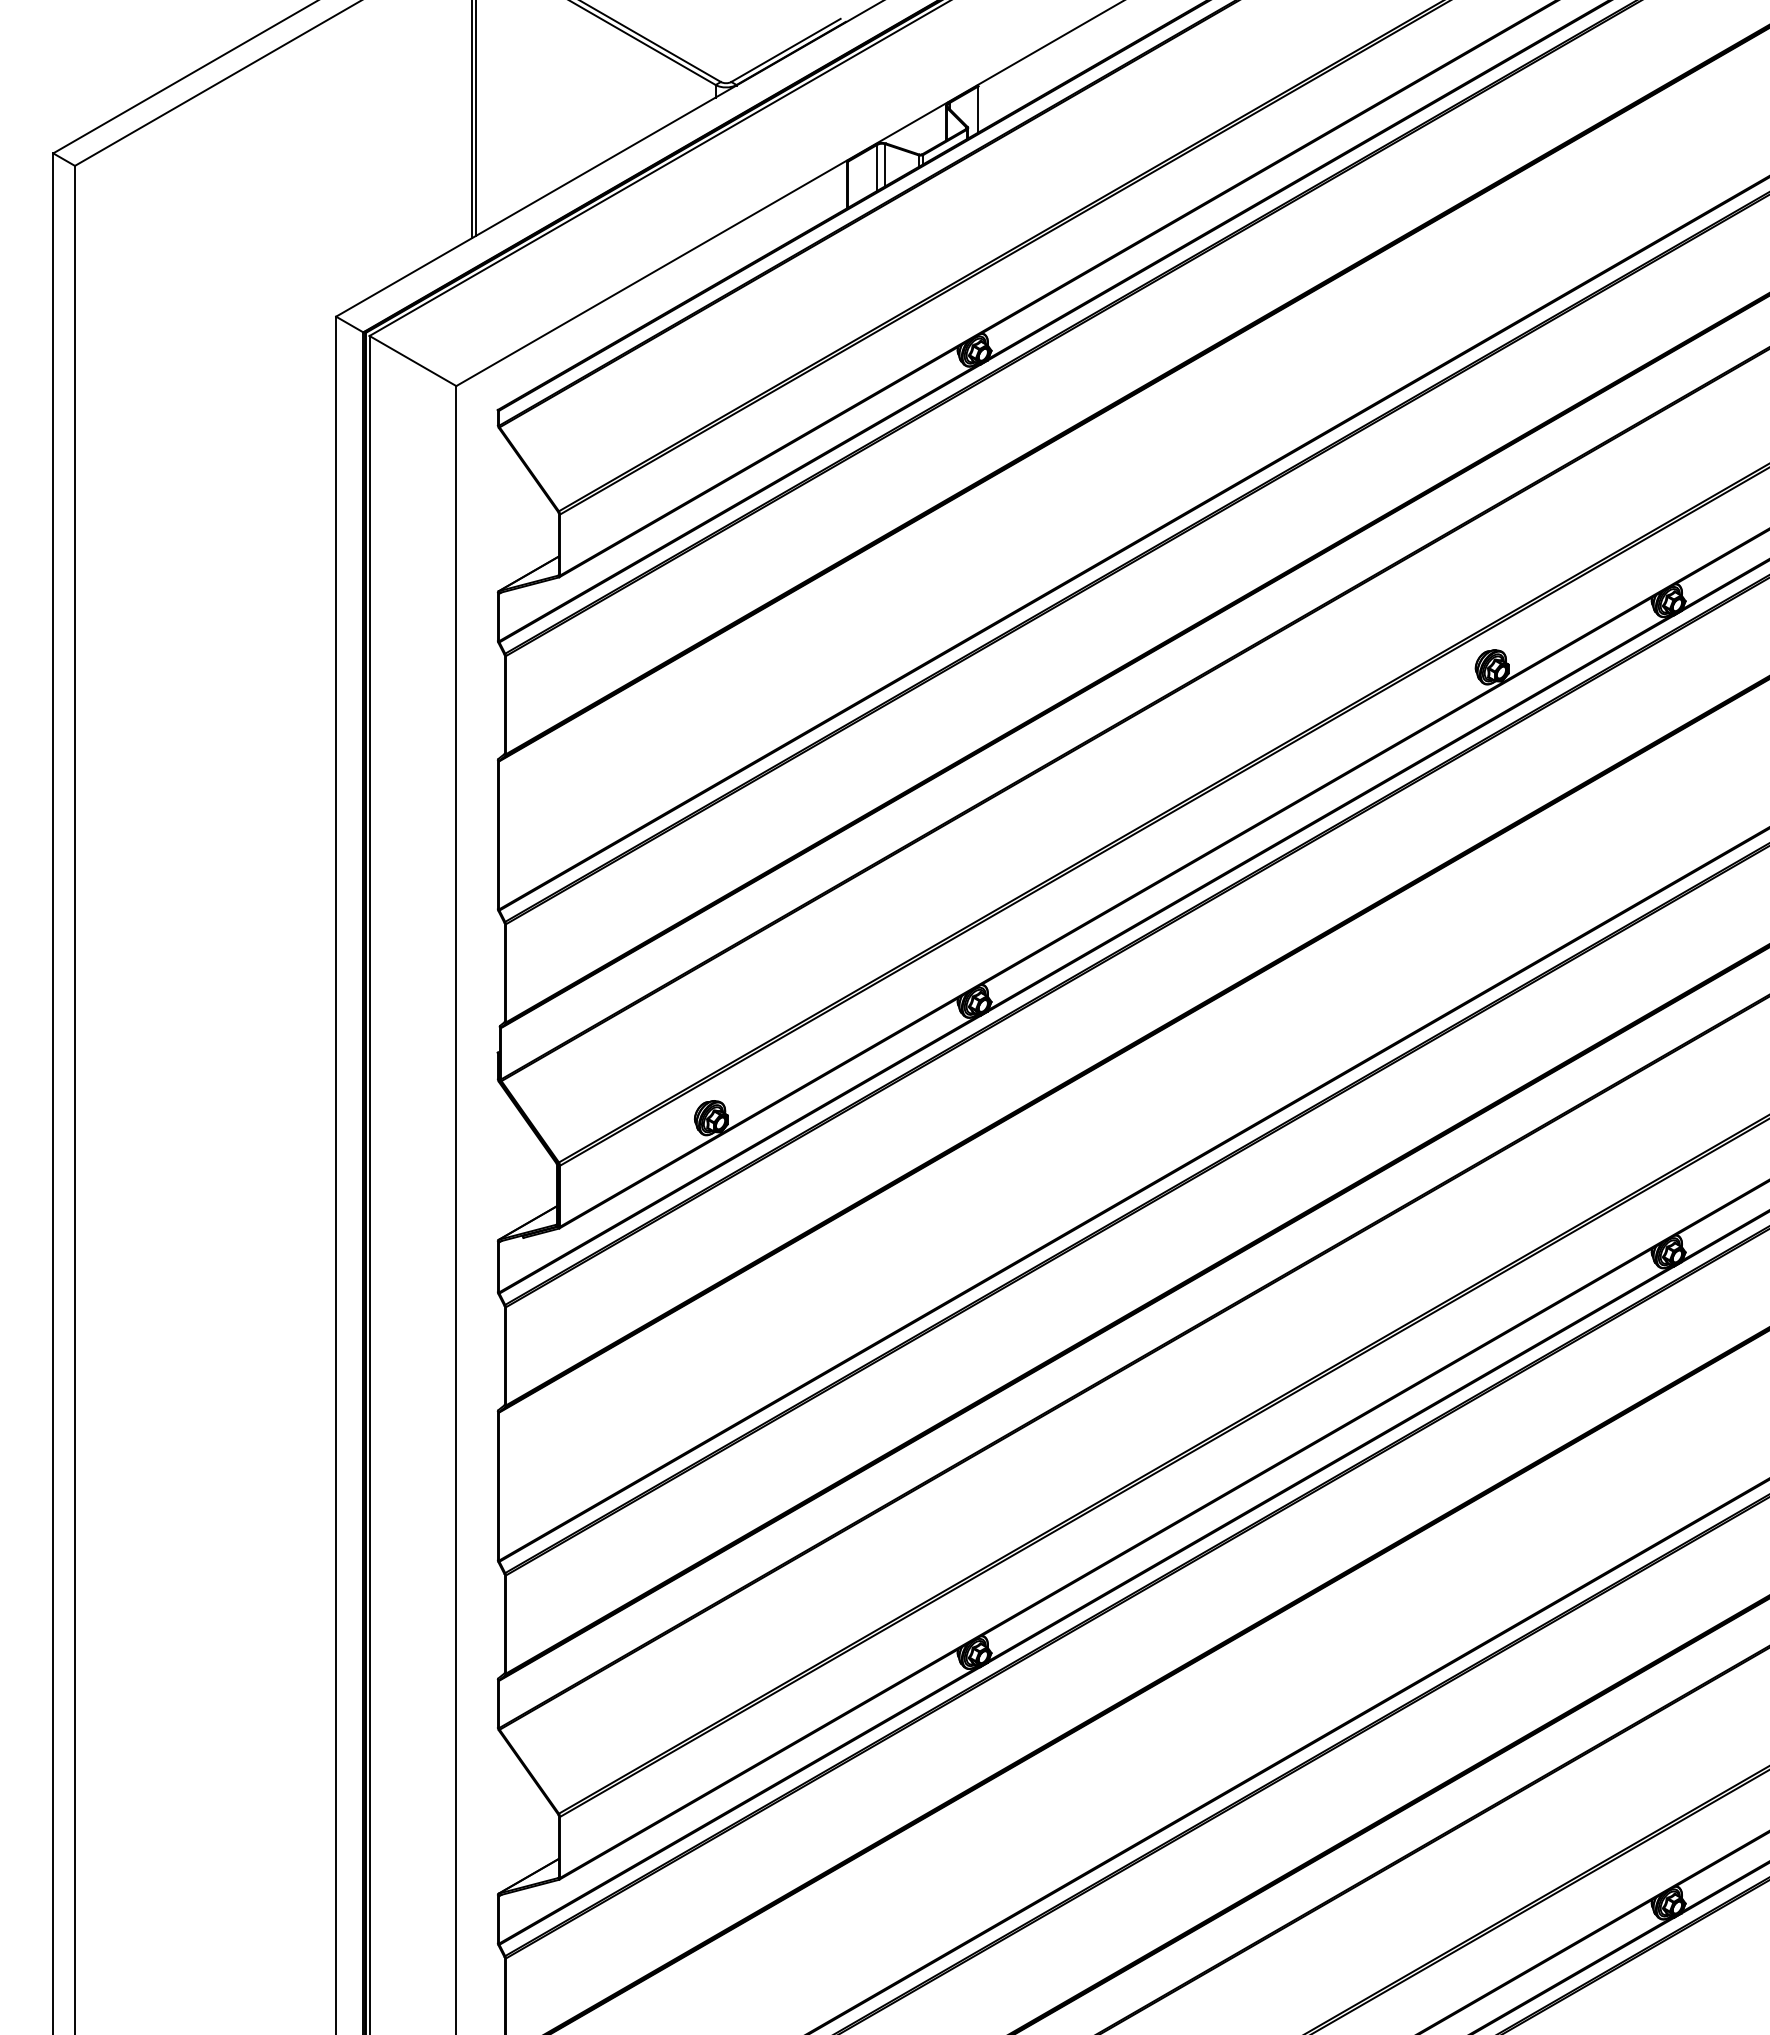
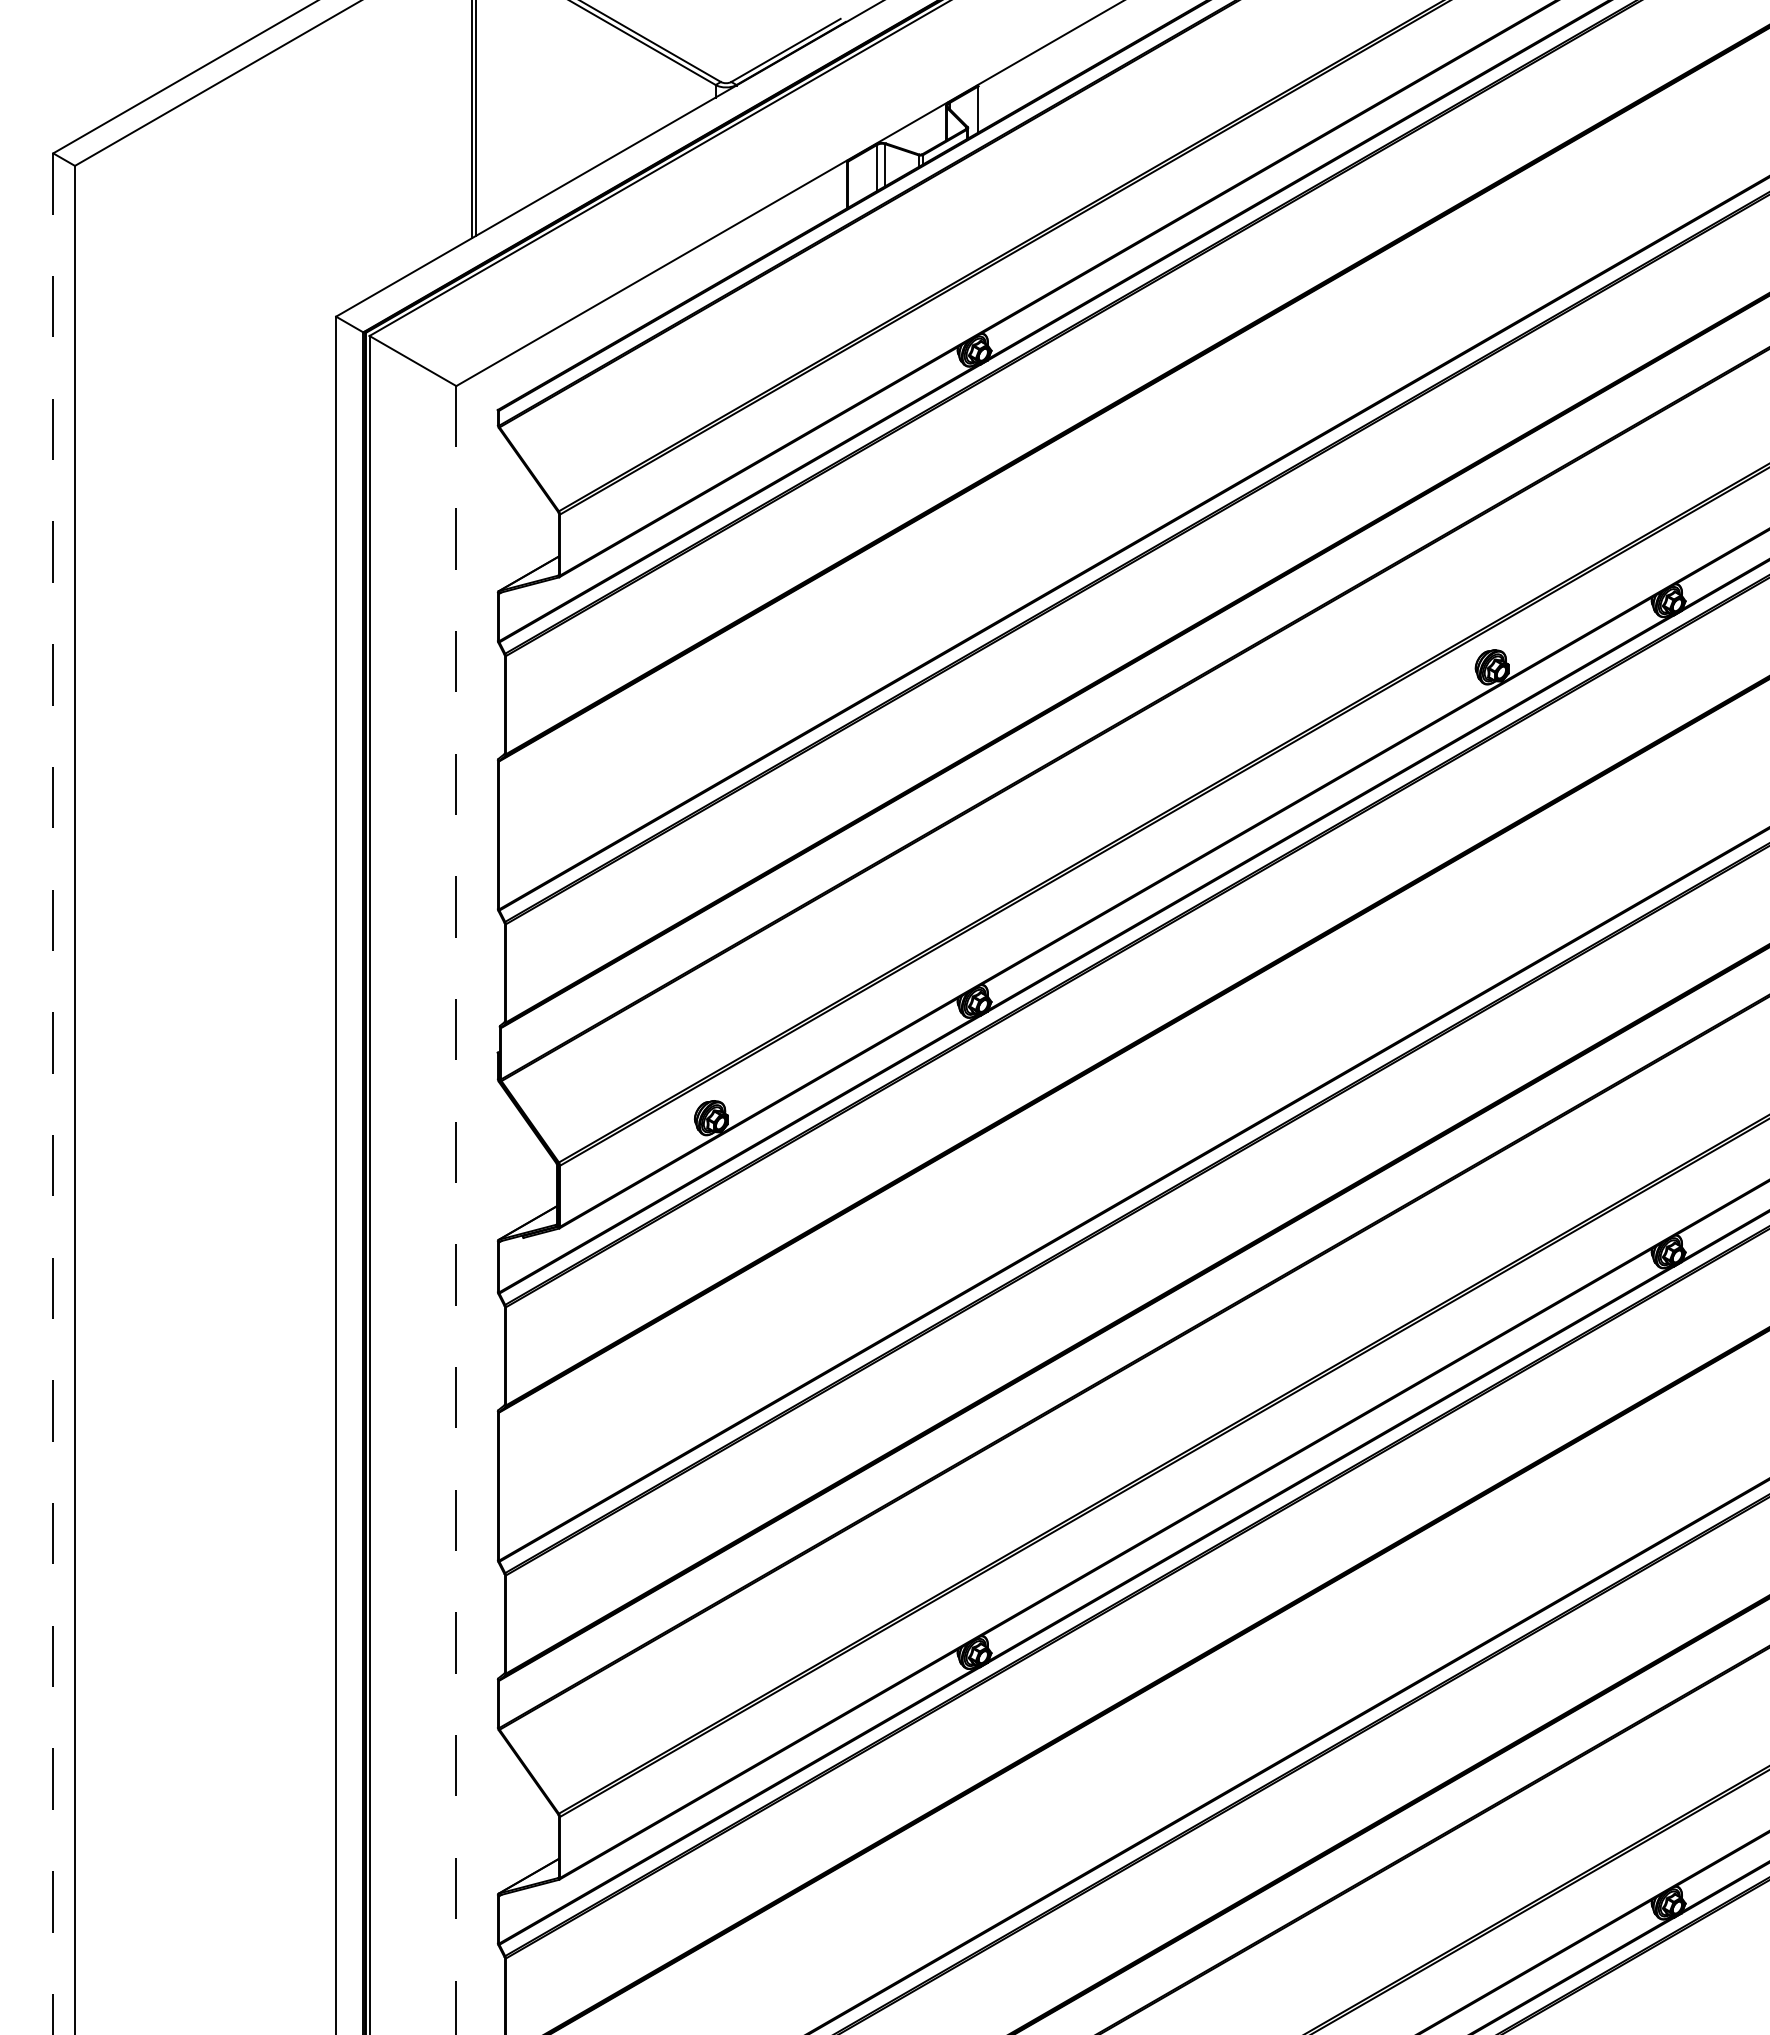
line at (53, 1094): solid -> dashed
line at (456, 1209): solid -> dashed
